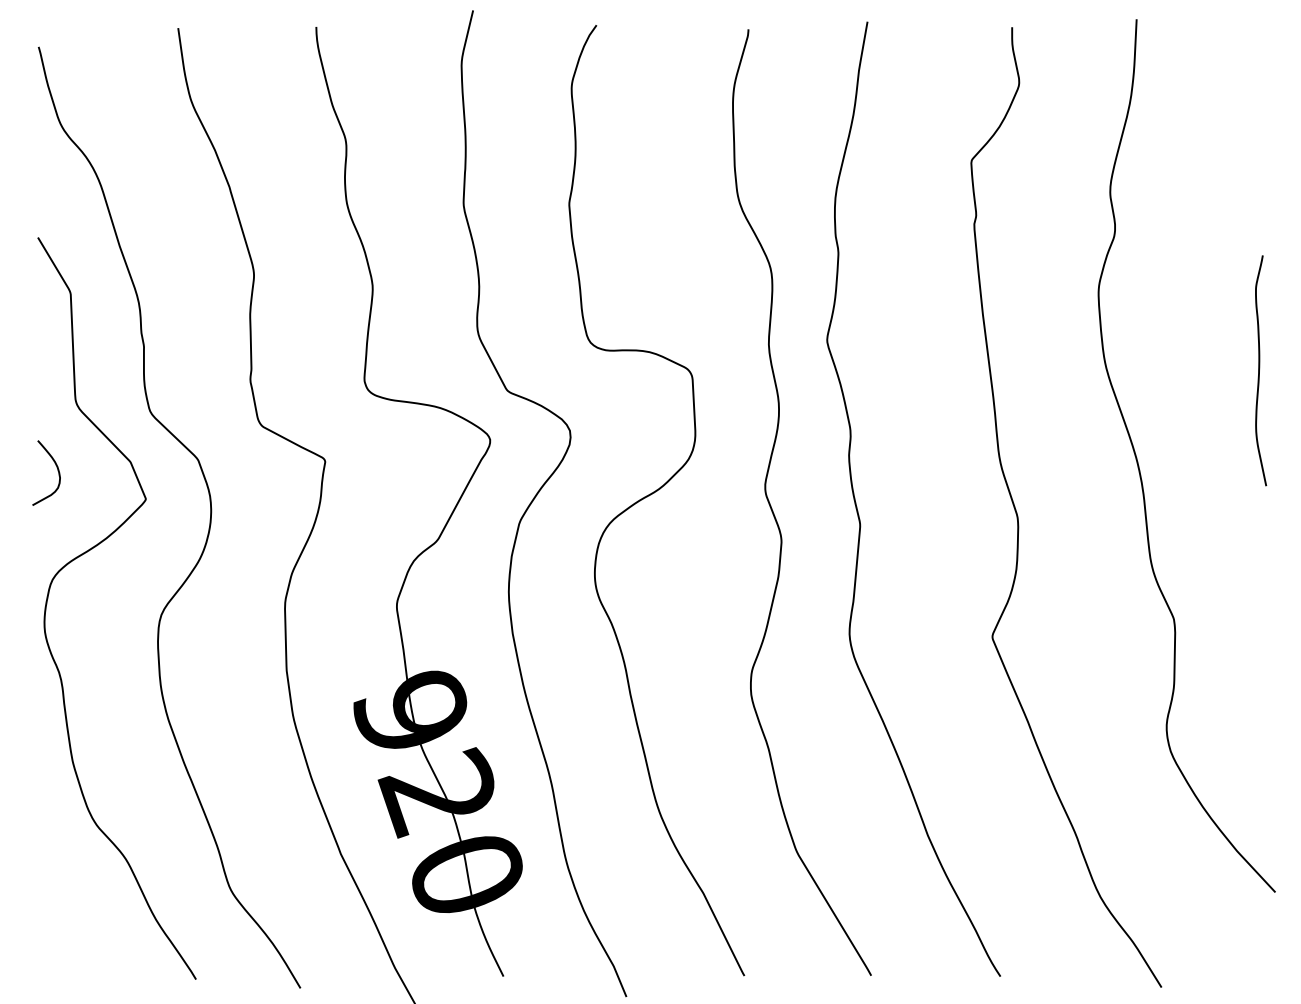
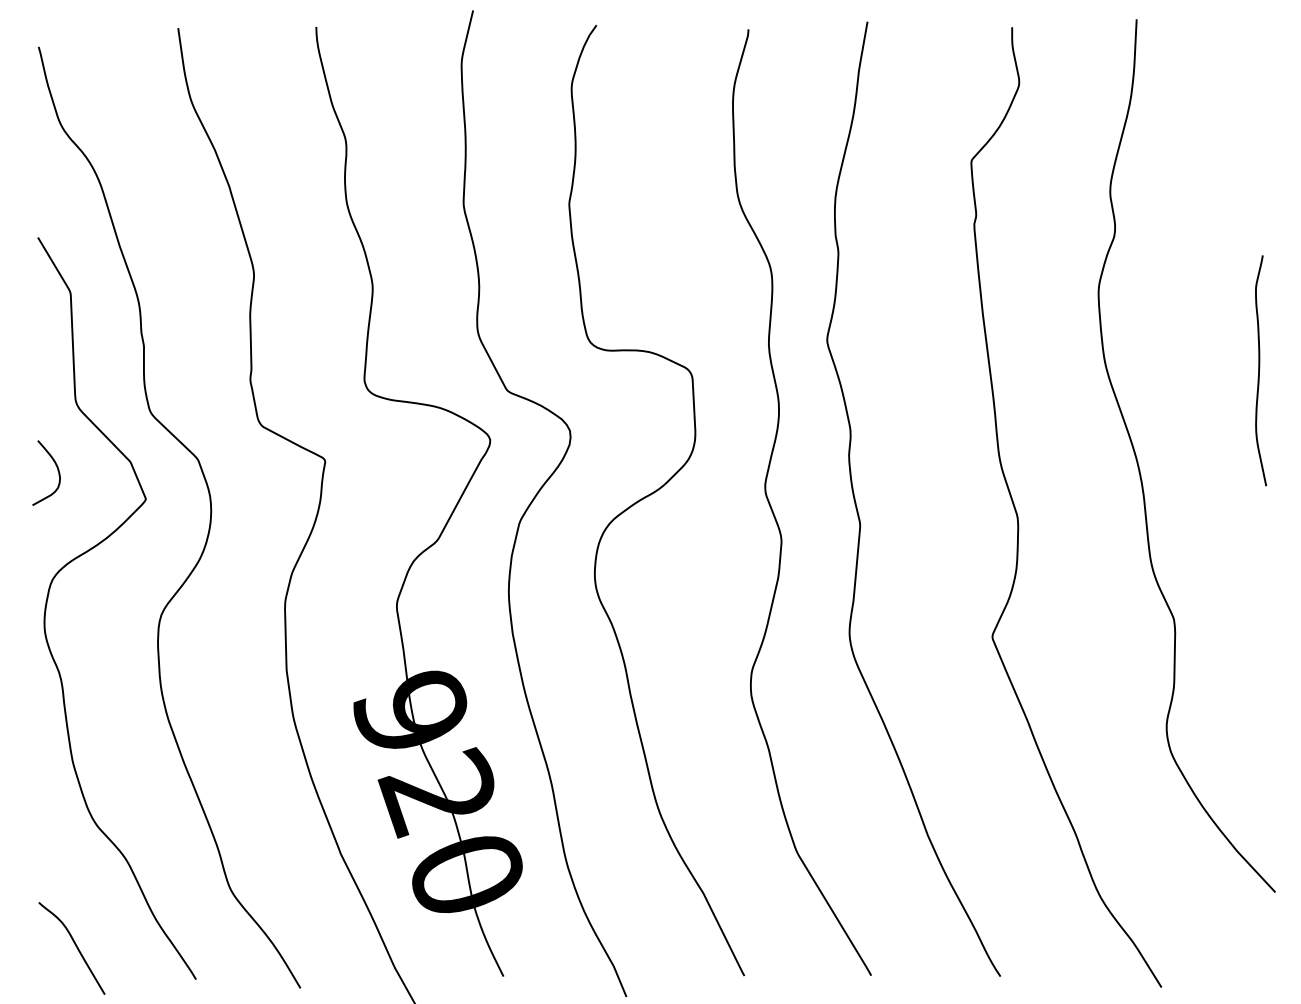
curve at (75, 946): none -> present
